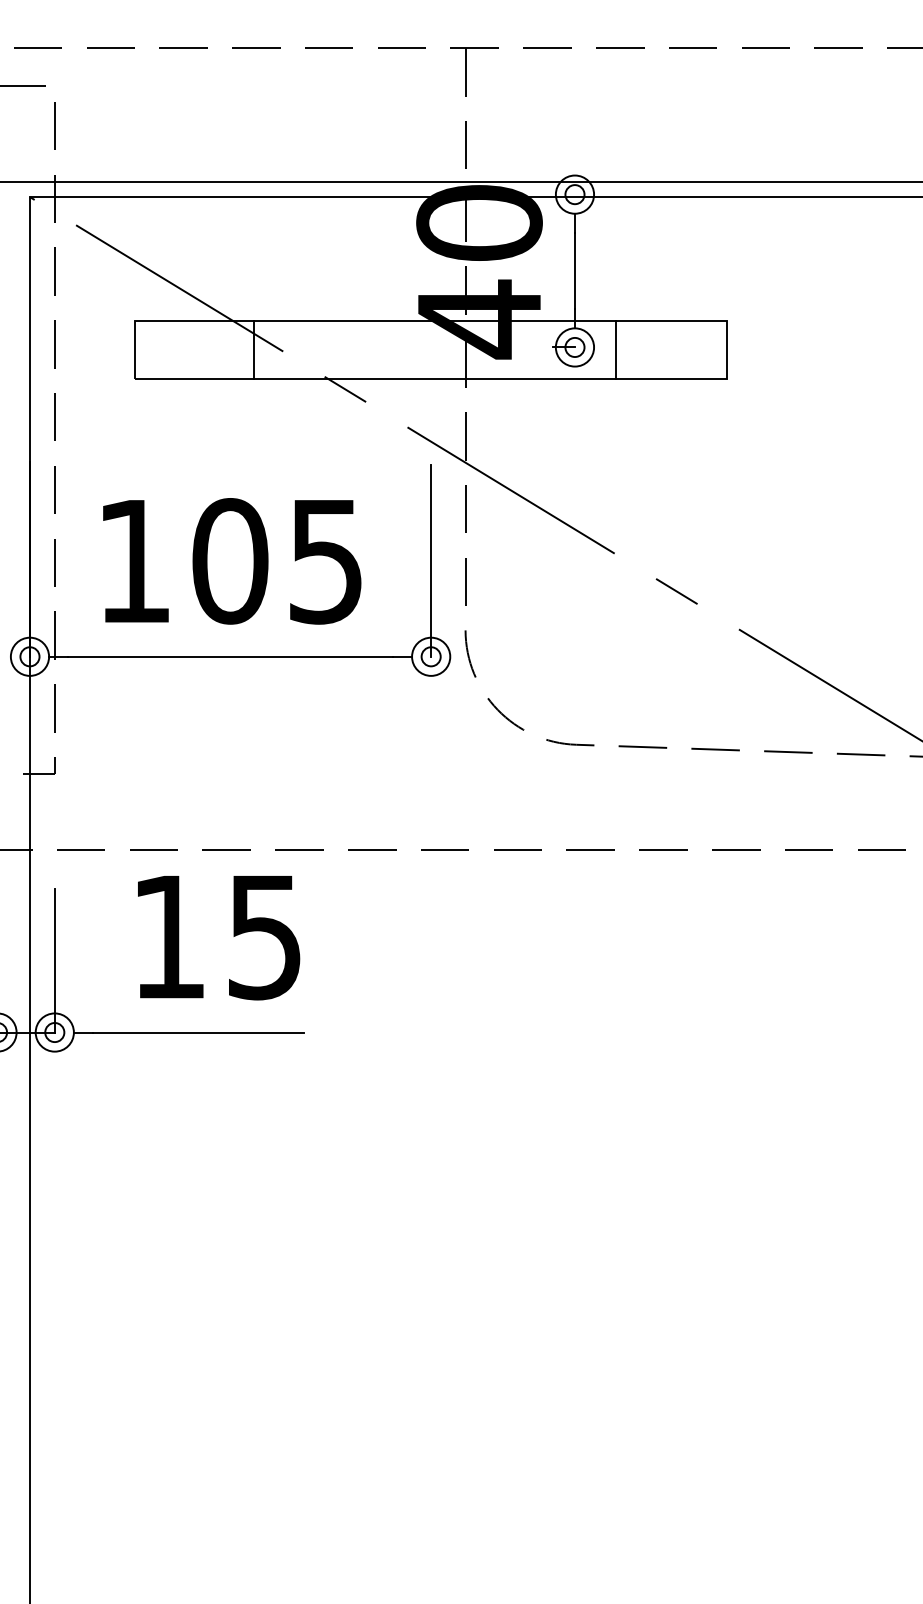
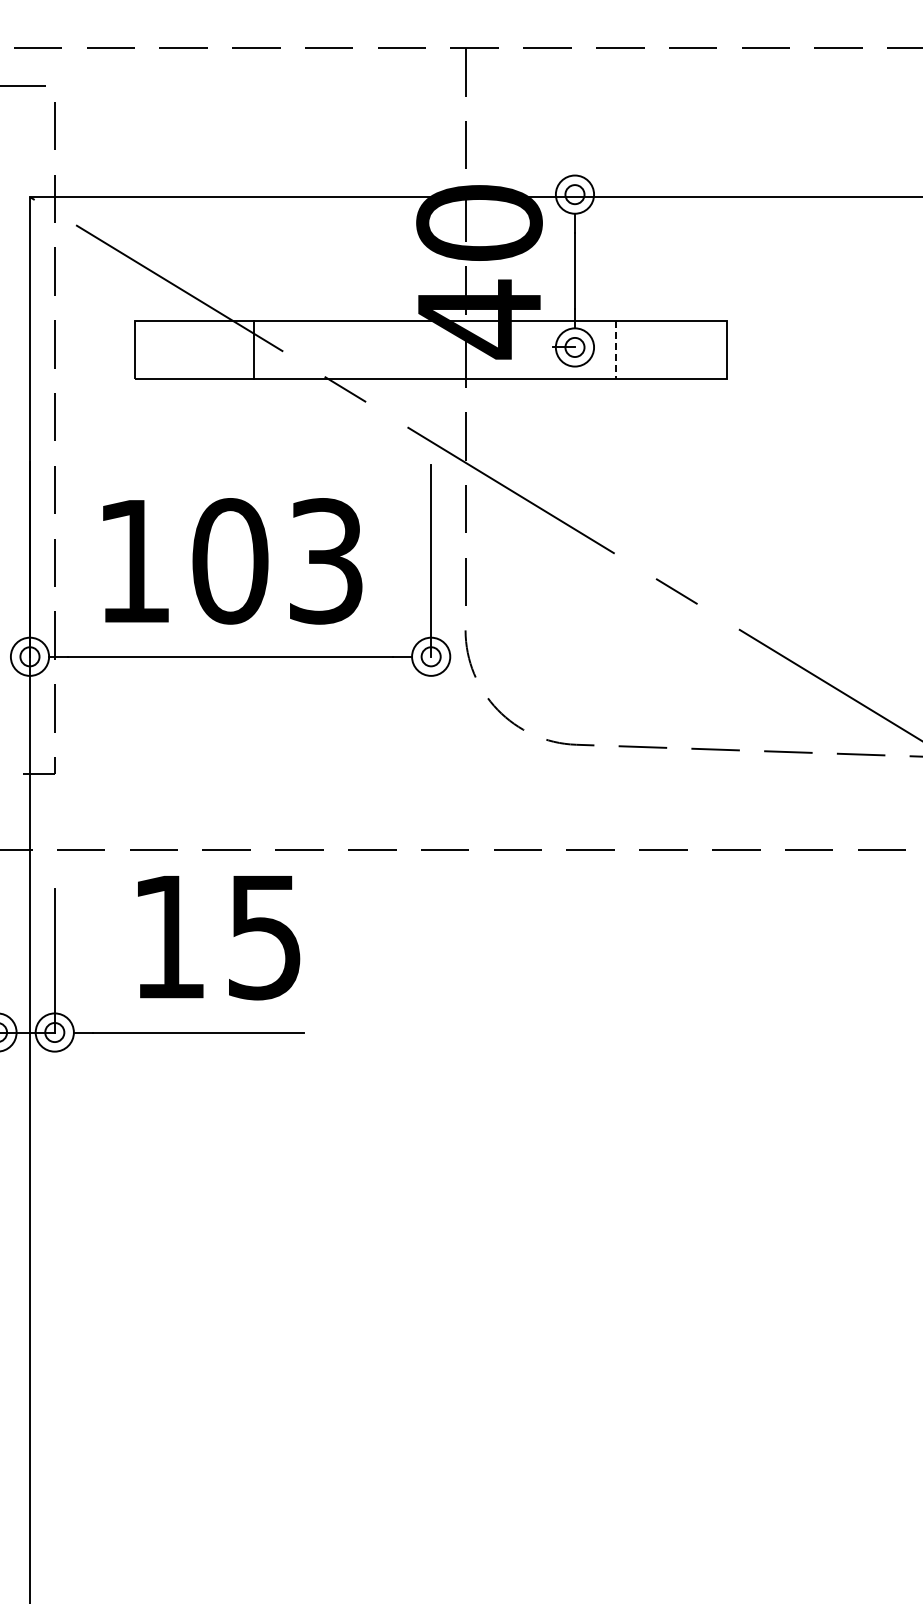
line at (460, 181): present -> none
line at (616, 349): solid -> dashed
text at (326, 561): 105 -> 103
